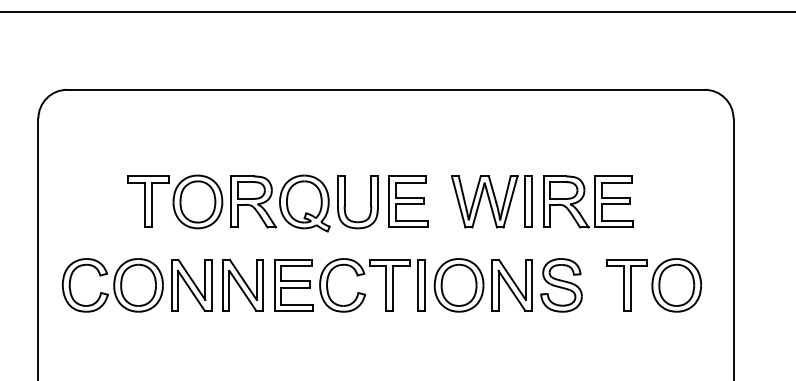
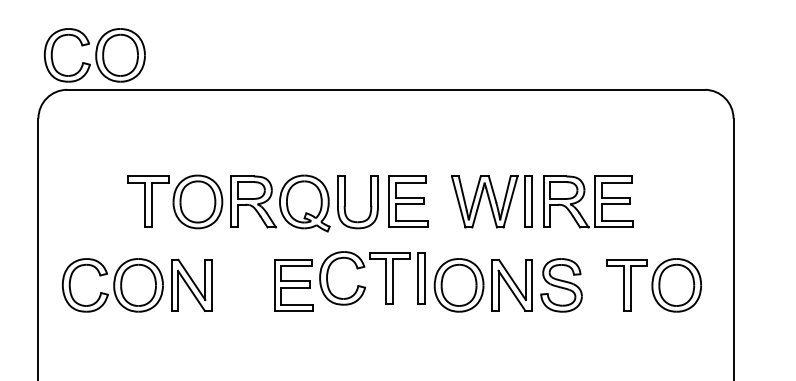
line at (397, 11): present -> none
part at (94, 55): none -> present
part at (242, 284): present -> none
part at (365, 293) position: (365, 293) -> (365, 286)
